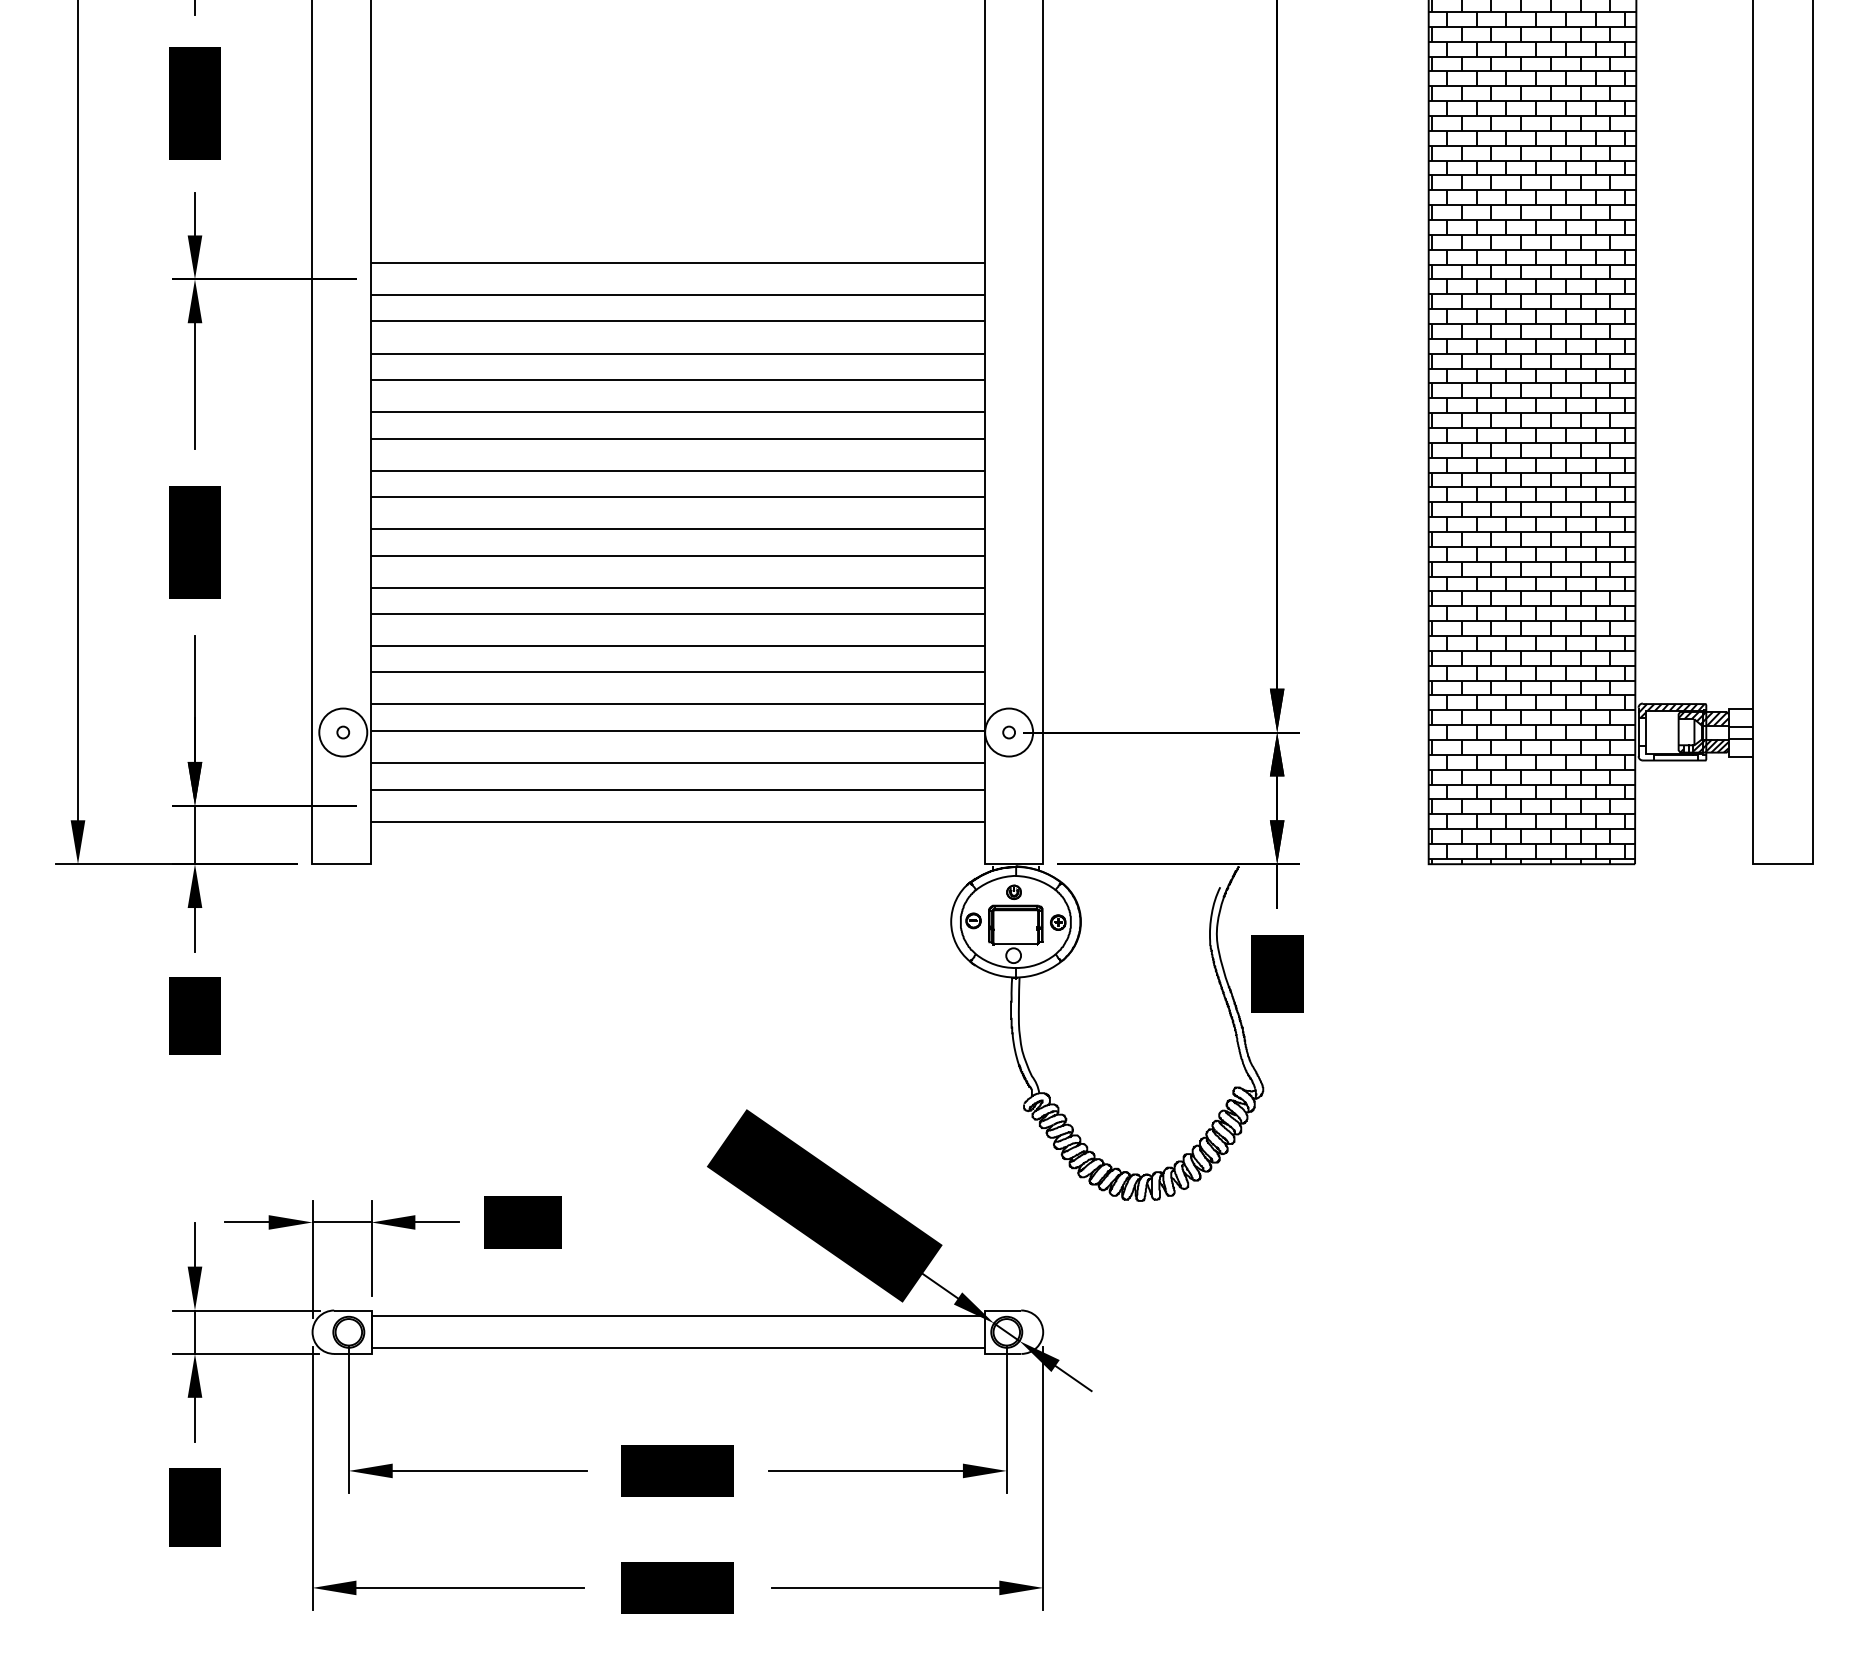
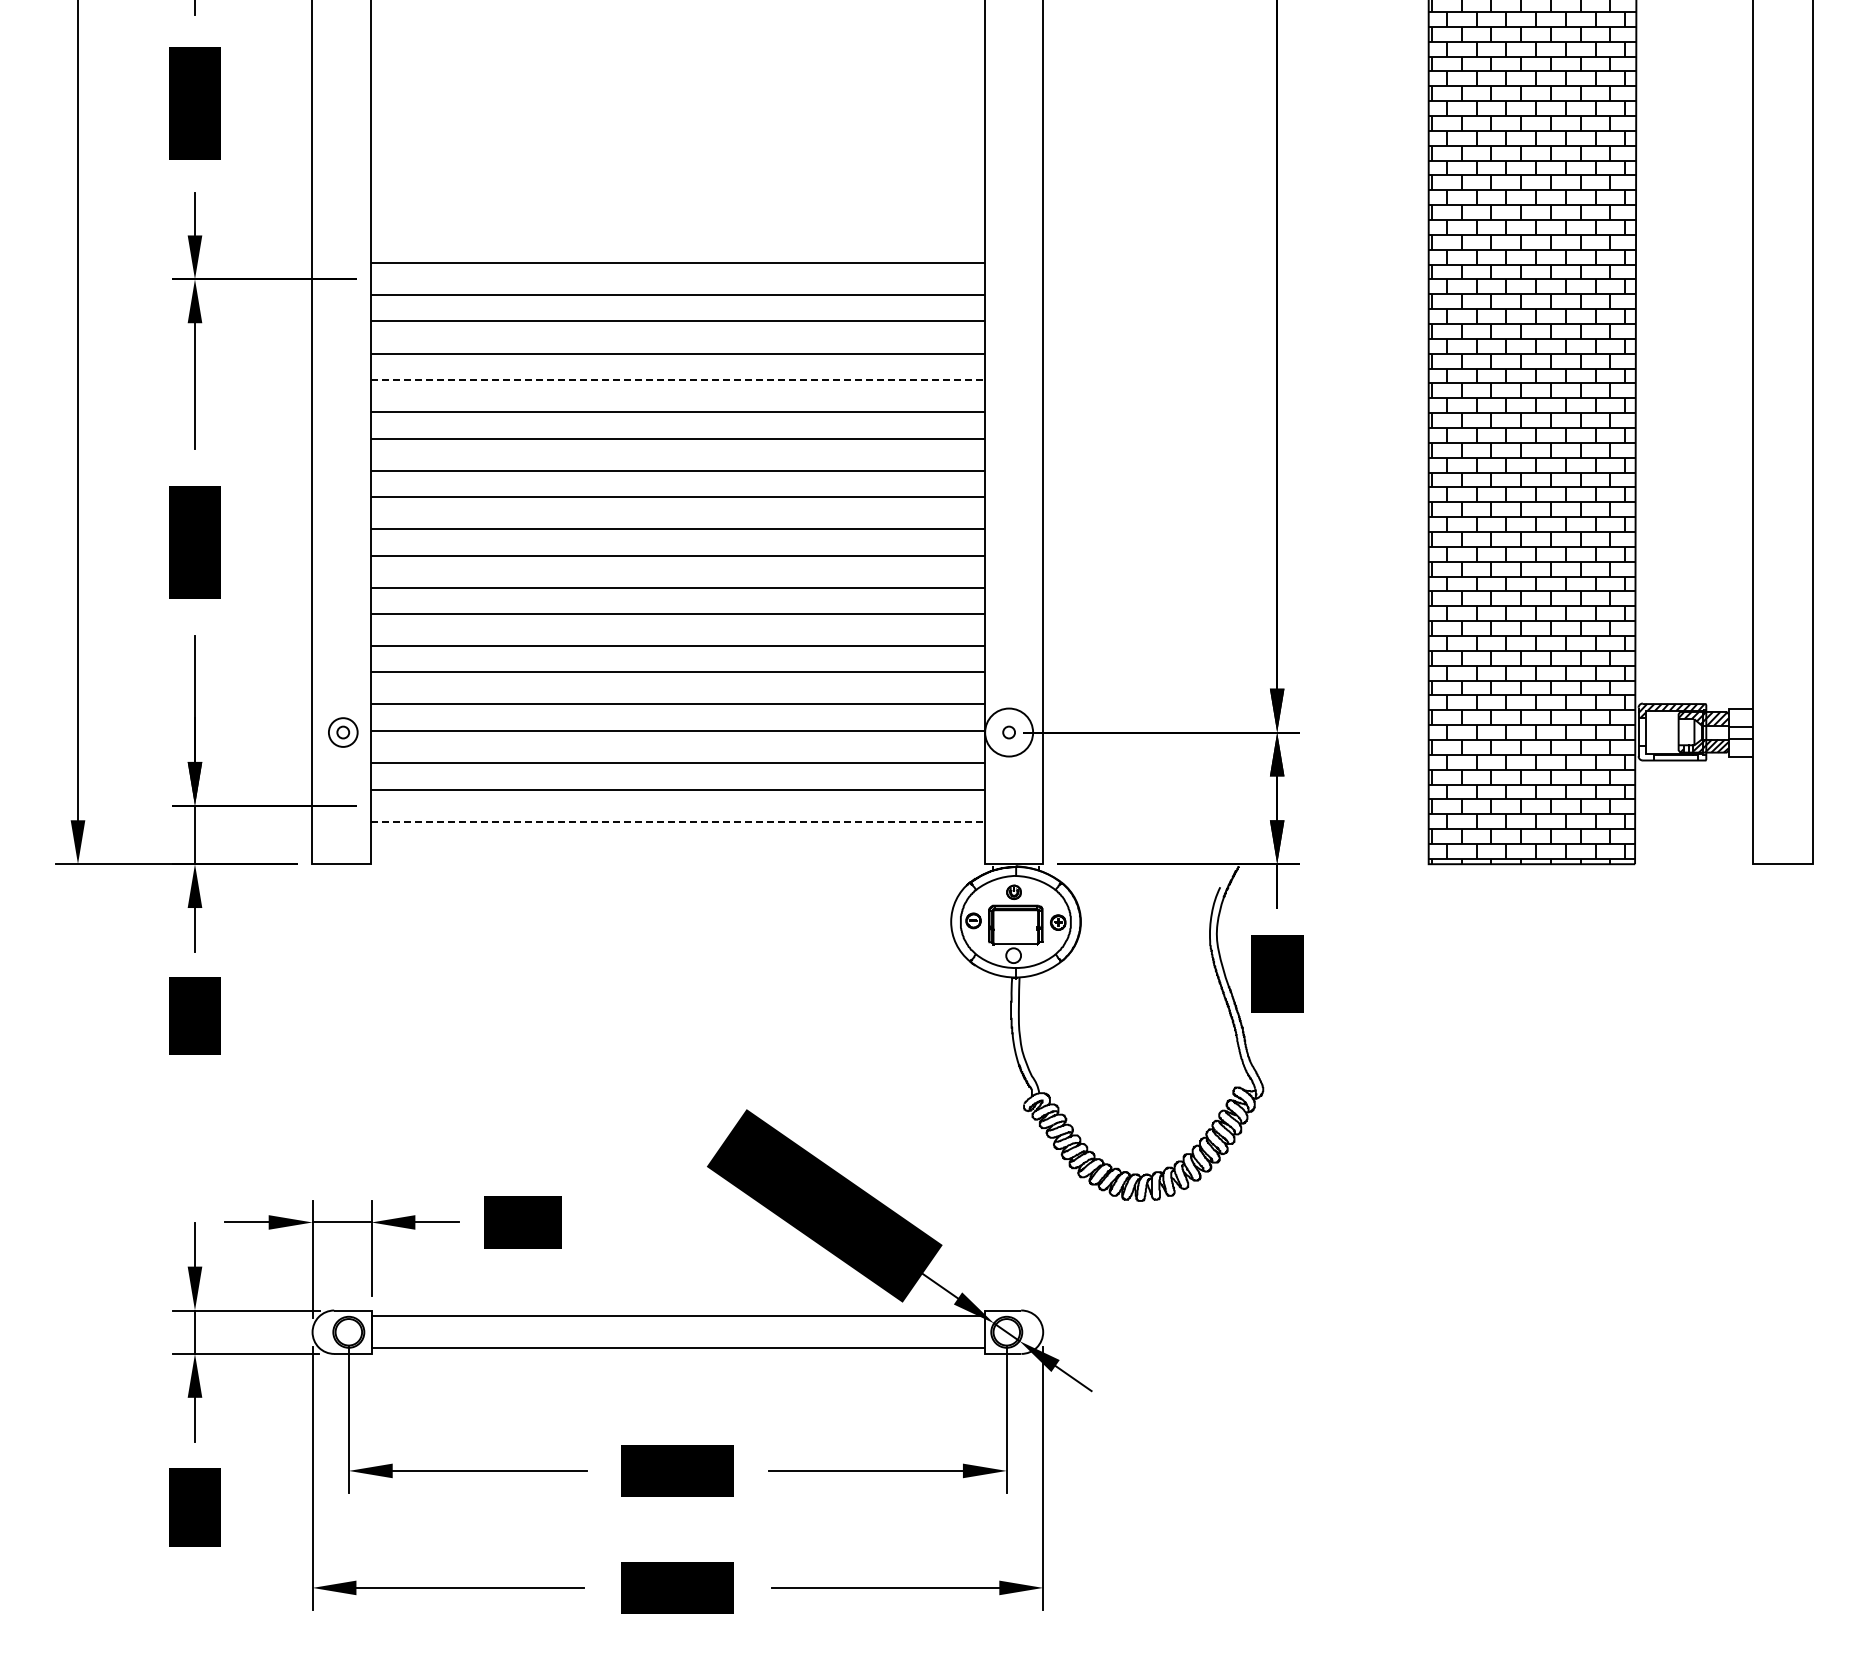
line at (677, 380): solid -> dashed
circle at (343, 732) diameter: 48 px -> 29 px
line at (677, 821): solid -> dashed
